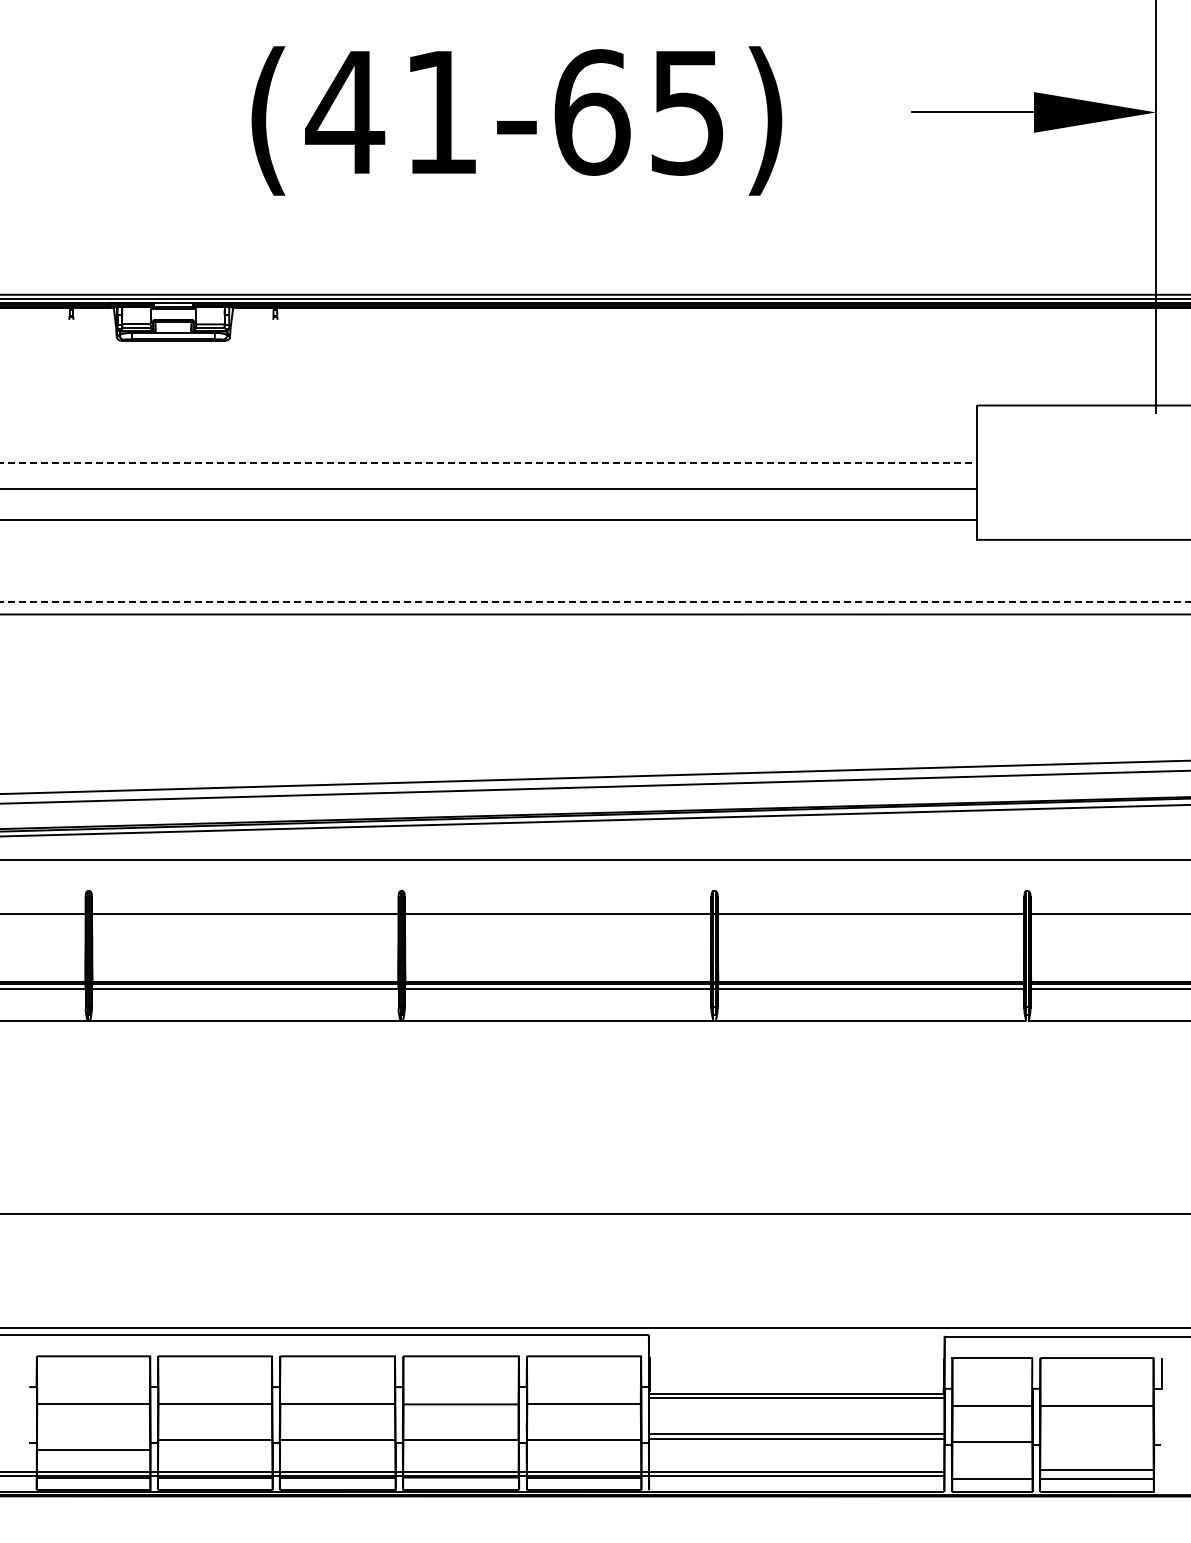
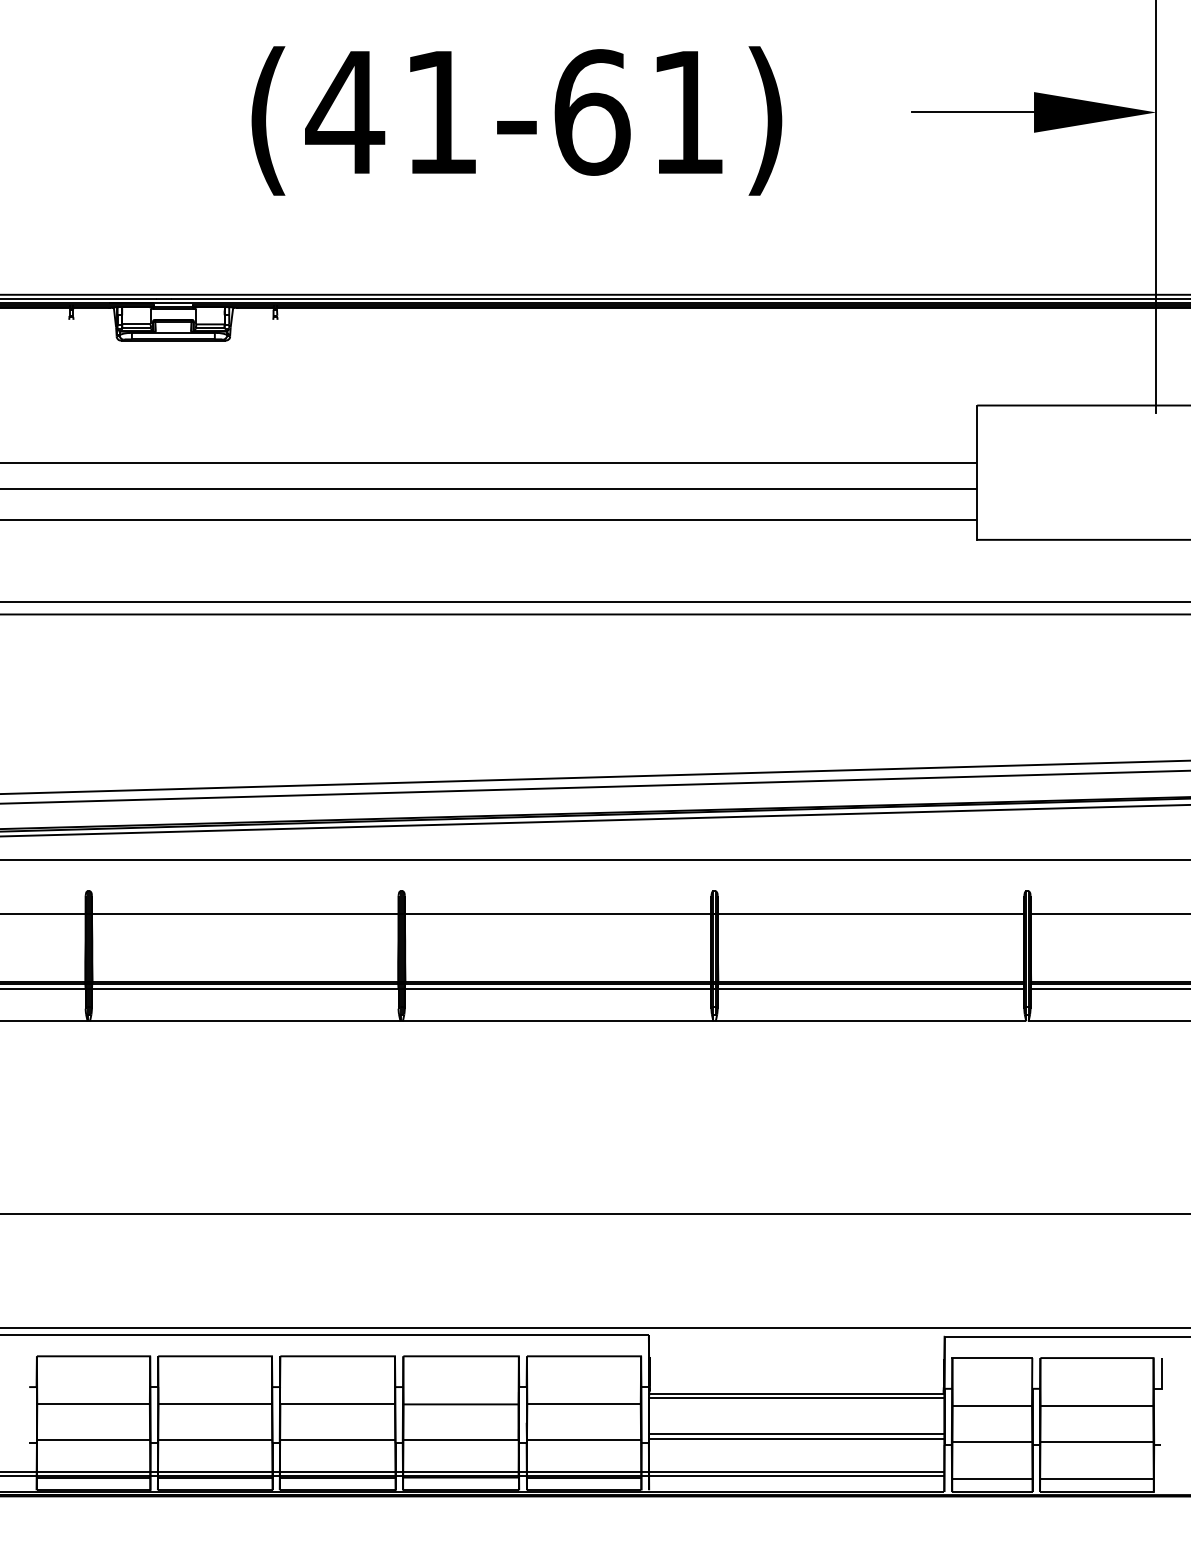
text at (687, 113): (41-65) -> (41-61)
line at (489, 463): dashed -> solid
line at (595, 602): dashed -> solid
line at (93, 1450) position: (93, 1450) -> (93, 1440)
line at (1096, 1469) position: (1096, 1469) -> (1096, 1441)
